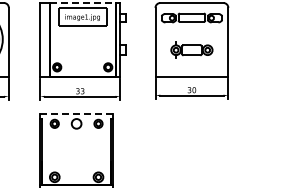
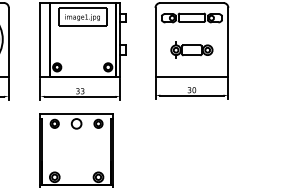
line at (82, 3): dashed -> solid
line at (76, 114): dashed -> solid
